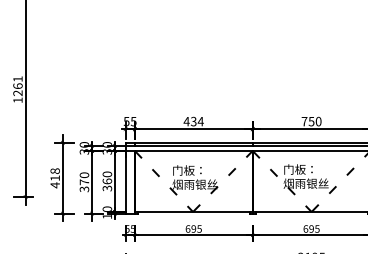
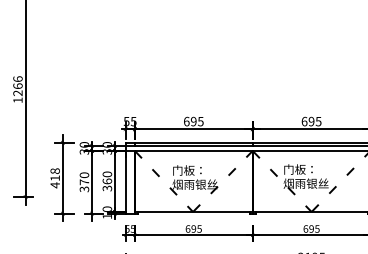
text at (17, 78): 1261 -> 1266
text at (193, 121): 434 -> 695
text at (311, 121): 750 -> 695
